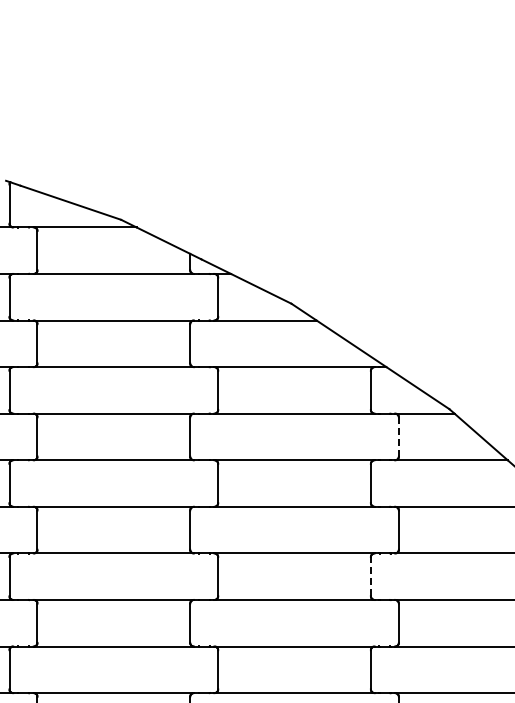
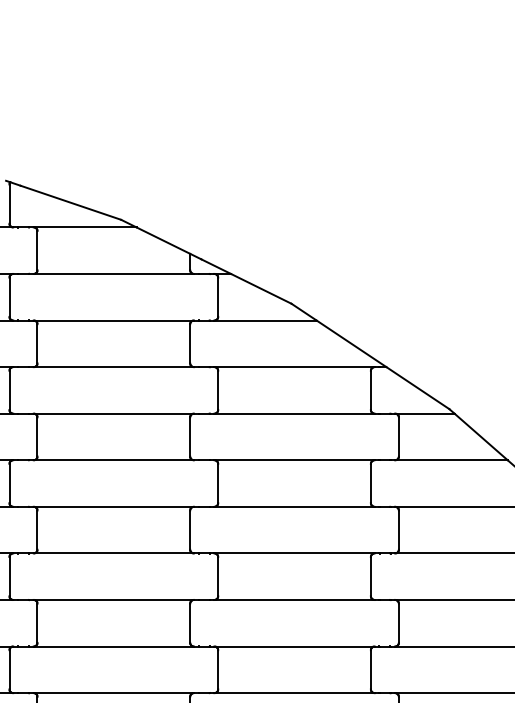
line at (398, 436): dashed -> solid
line at (370, 576): dashed -> solid
